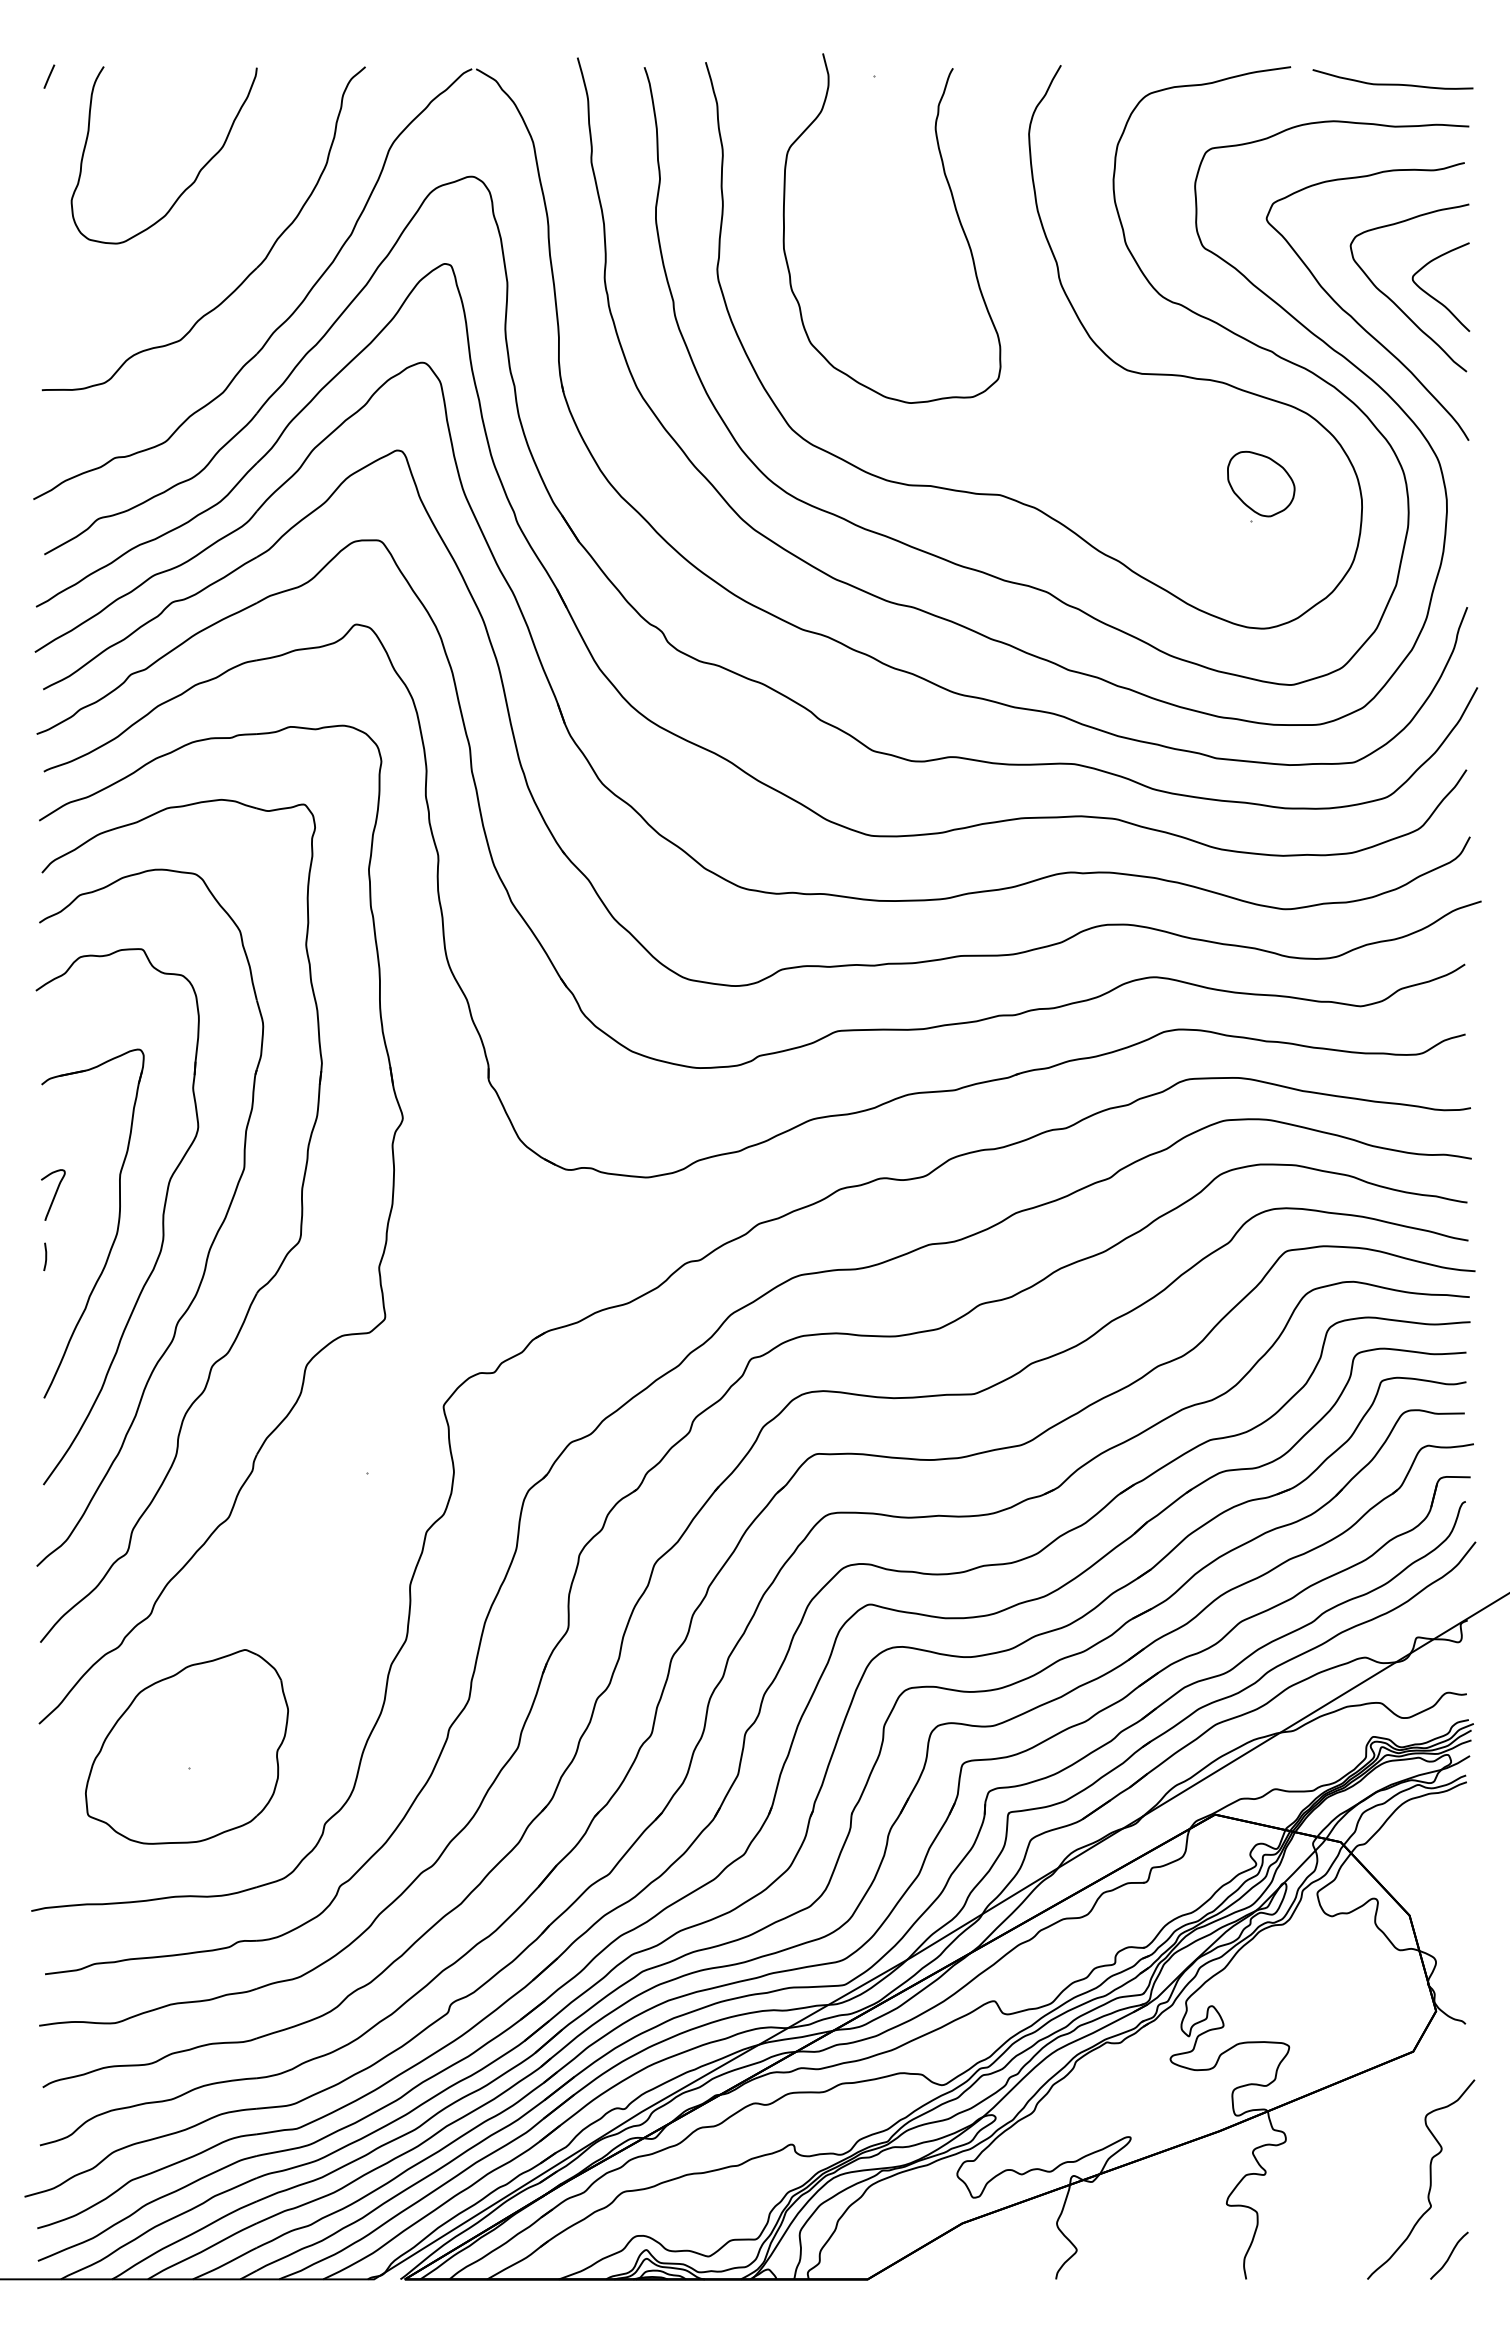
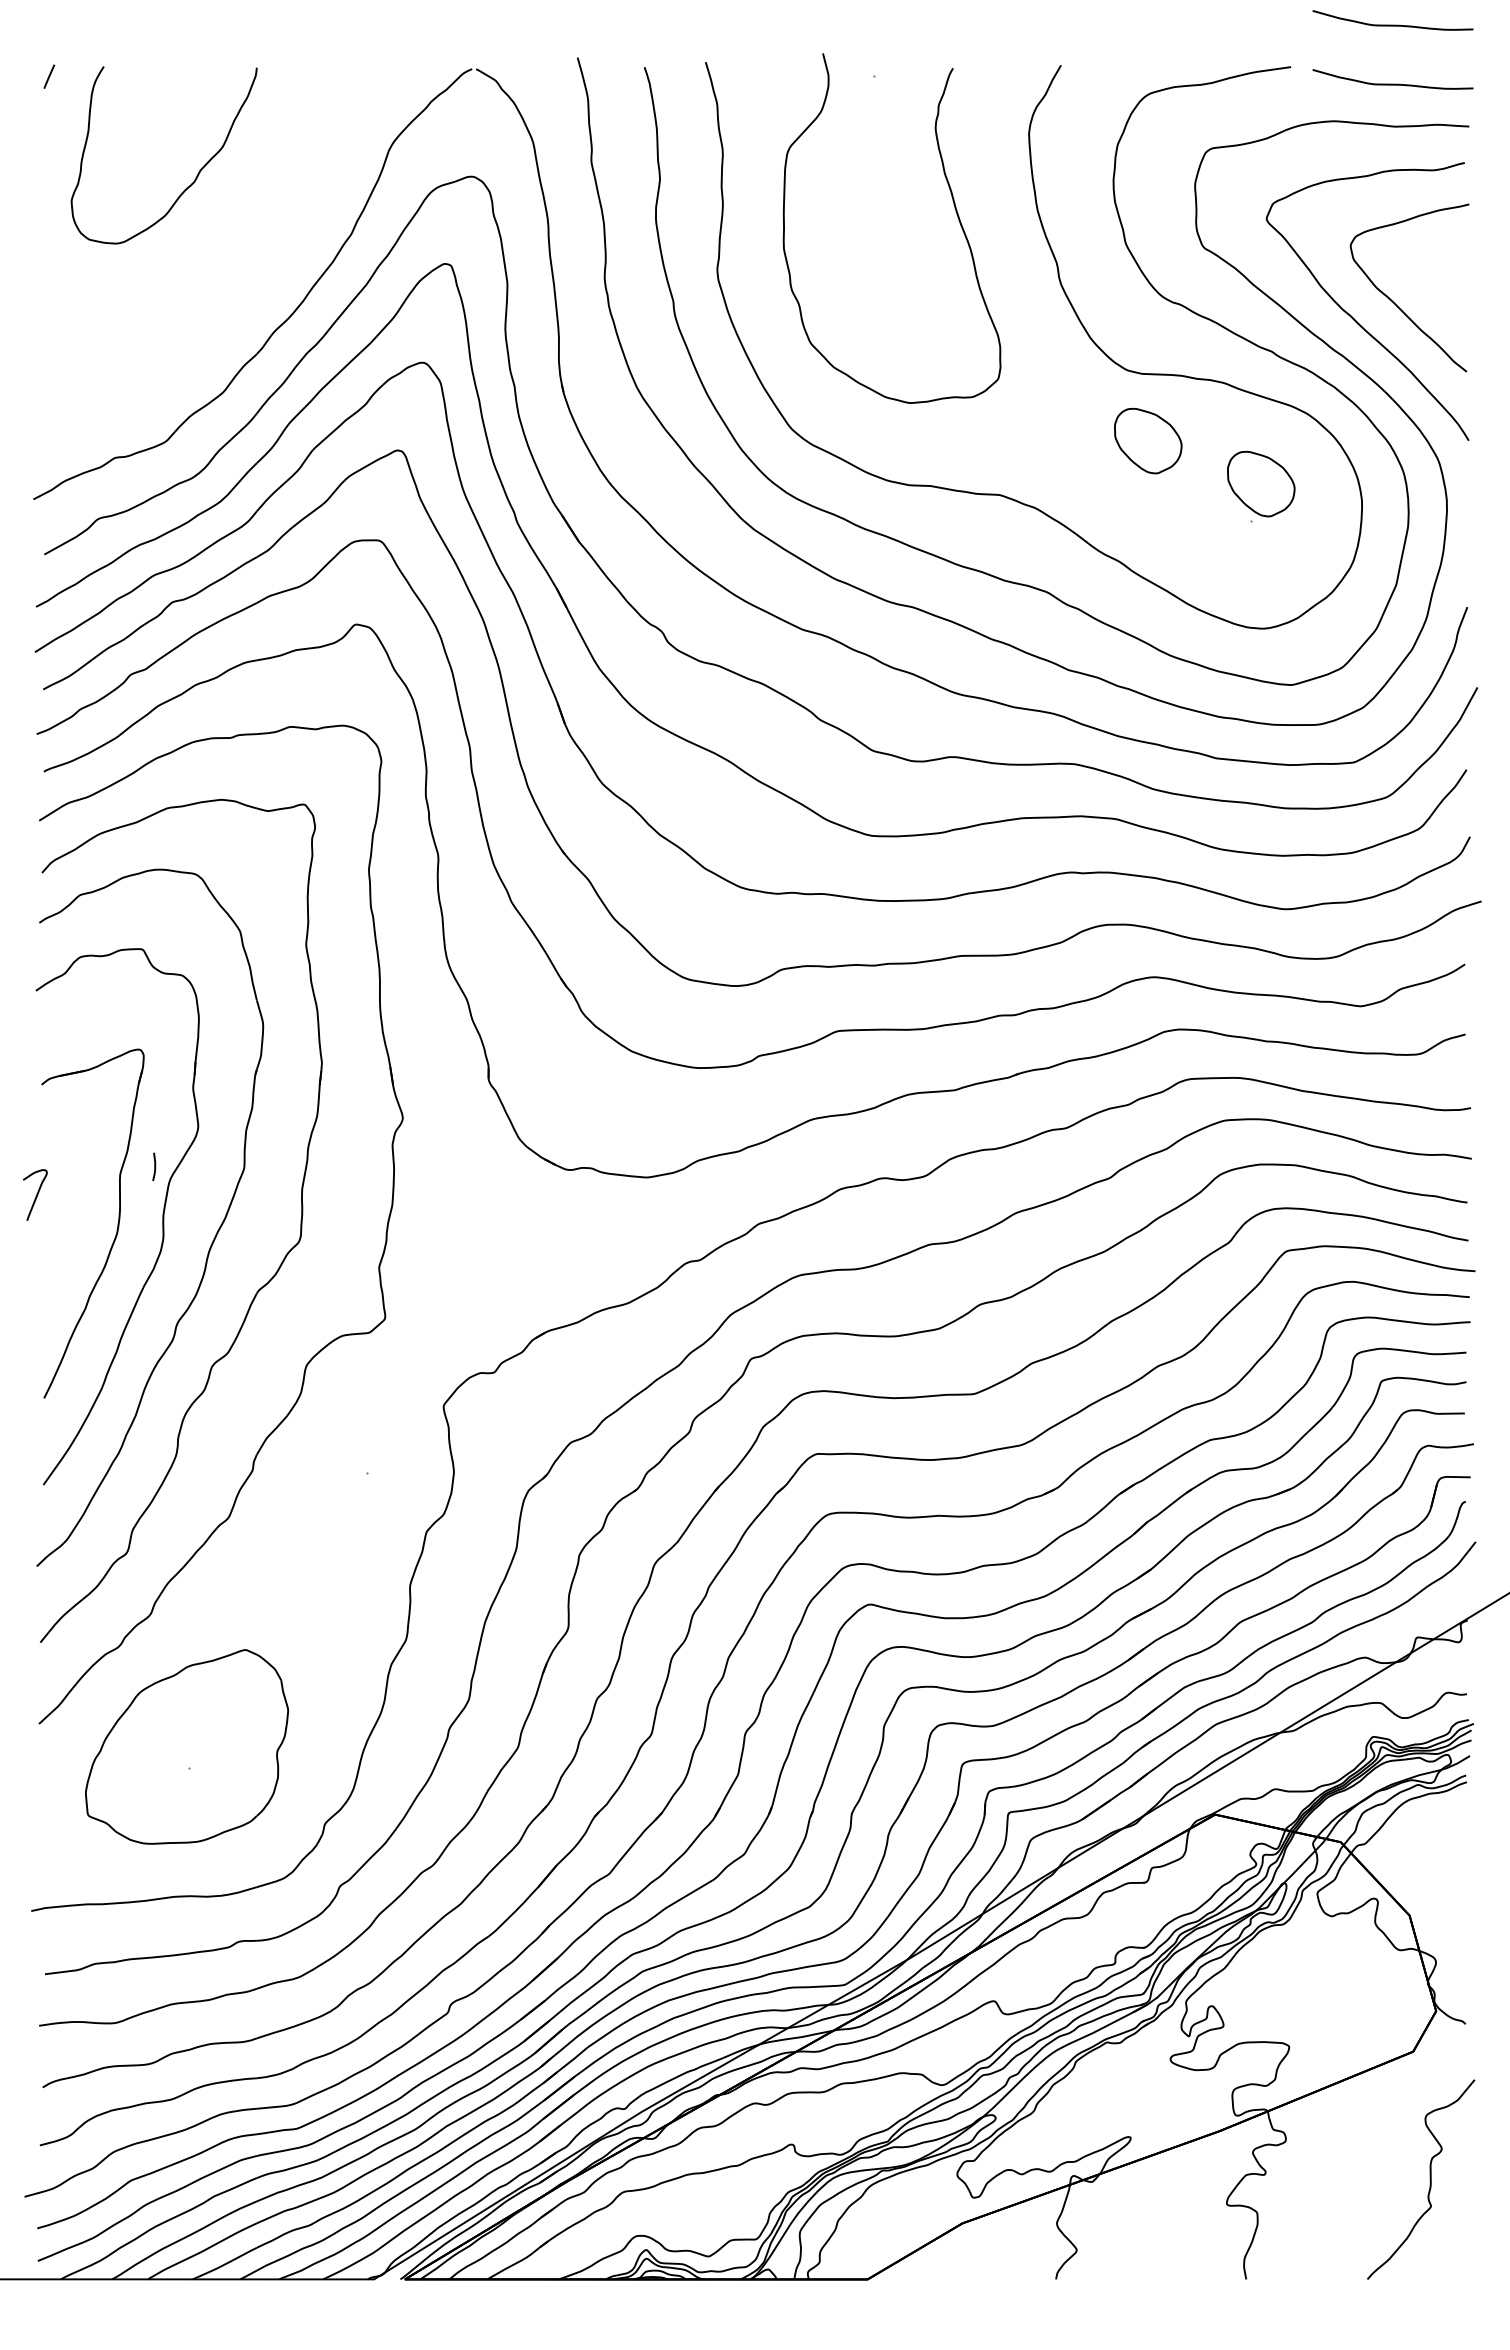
curve at (1392, 24): none -> present
part at (249, 273): present -> none
curve at (1434, 297): present -> none
part at (1148, 440): none -> present
curve at (54, 1194) position: (54, 1194) -> (36, 1194)
line at (45, 1256) position: (45, 1256) -> (154, 1166)
curve at (1449, 2255): present -> none
